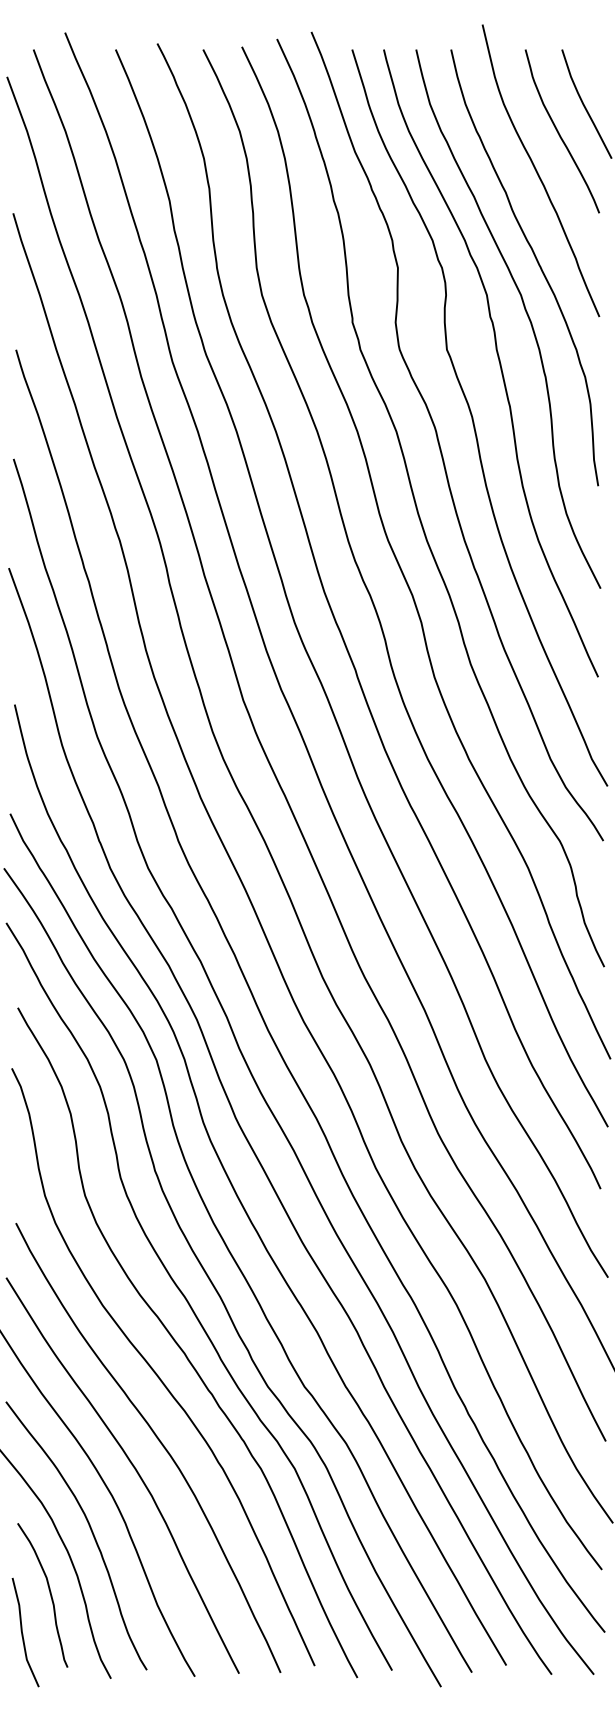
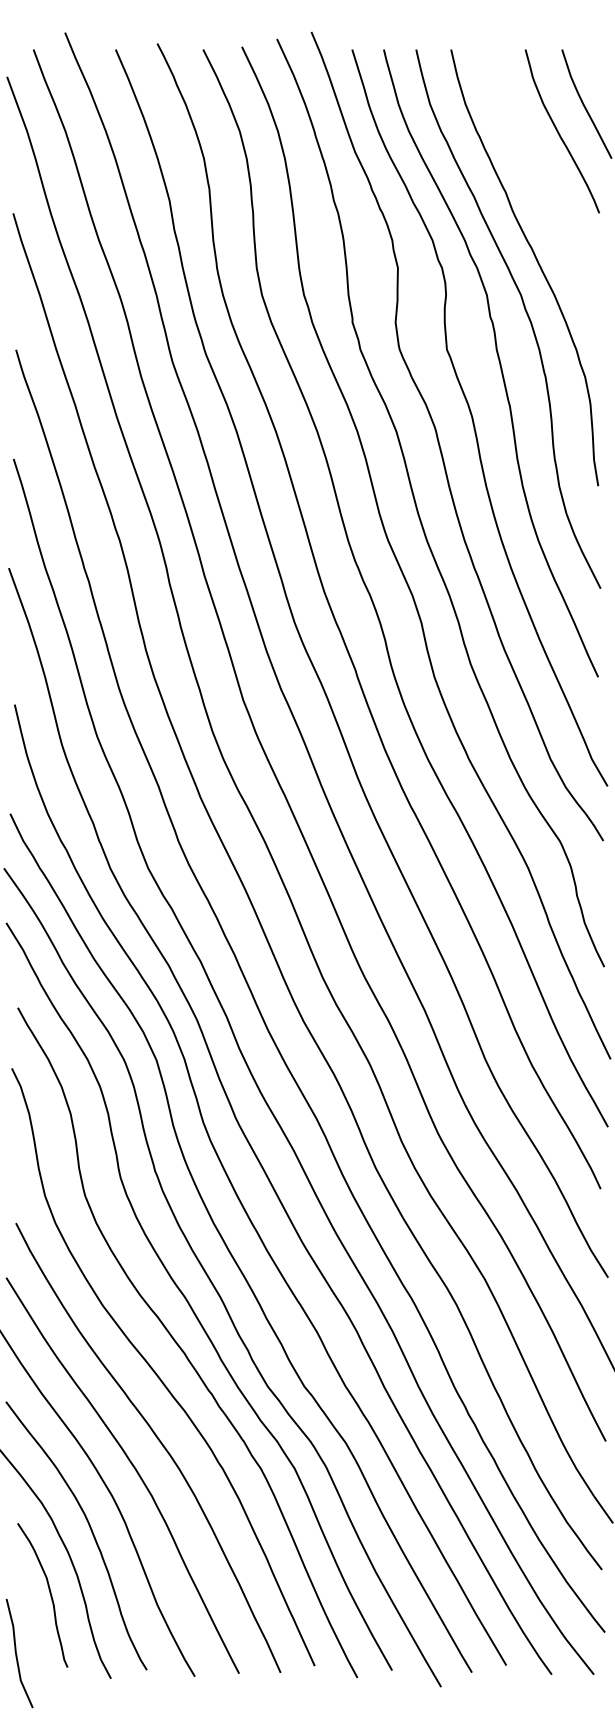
curve at (538, 172): present -> none
curve at (23, 1633) position: (23, 1633) -> (17, 1654)
